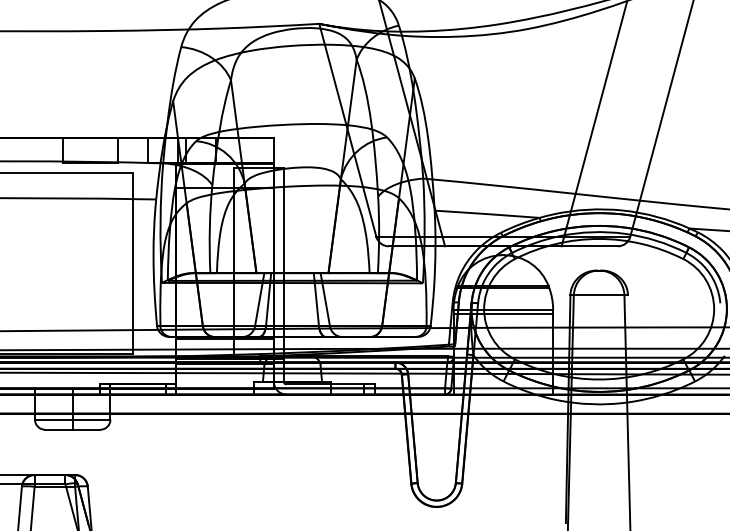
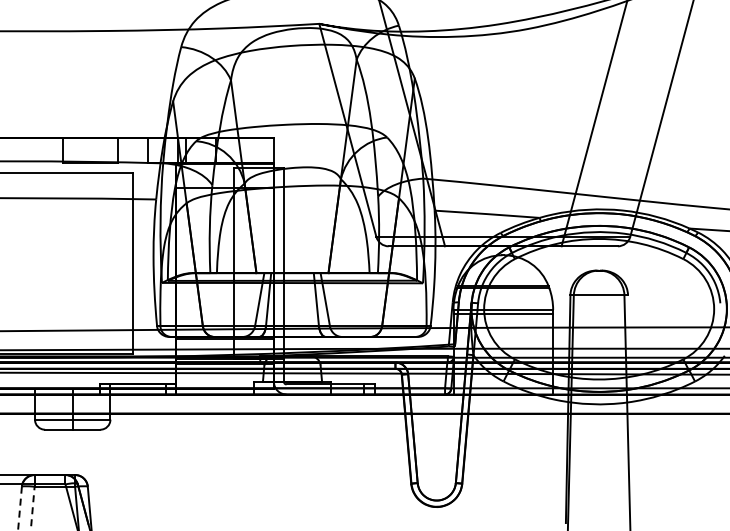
line at (20, 508): solid -> dashed
line at (32, 508): solid -> dashed
